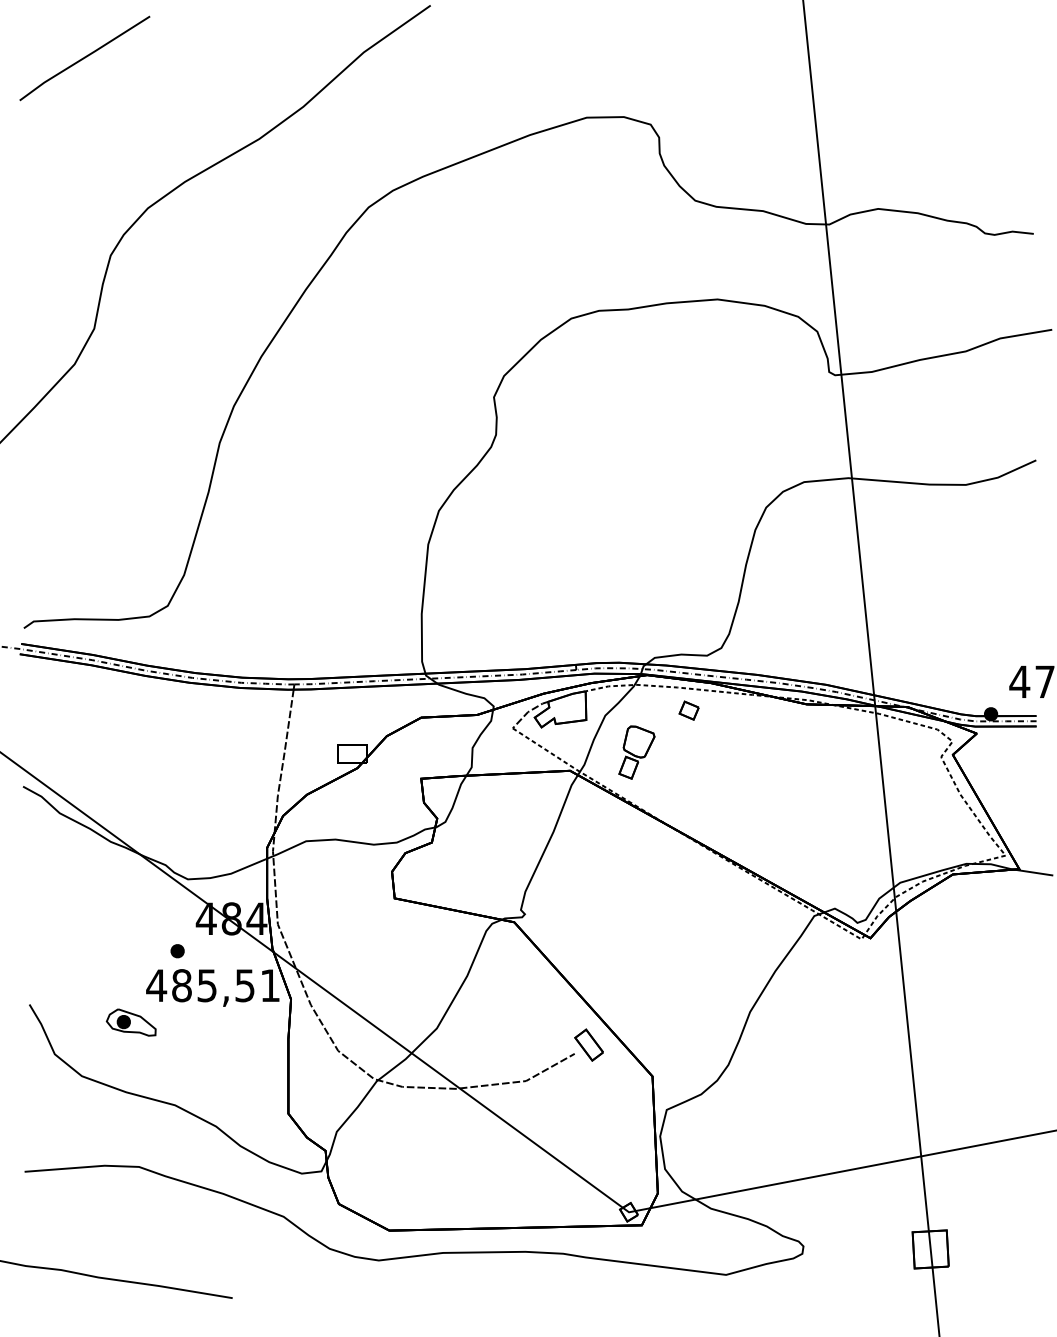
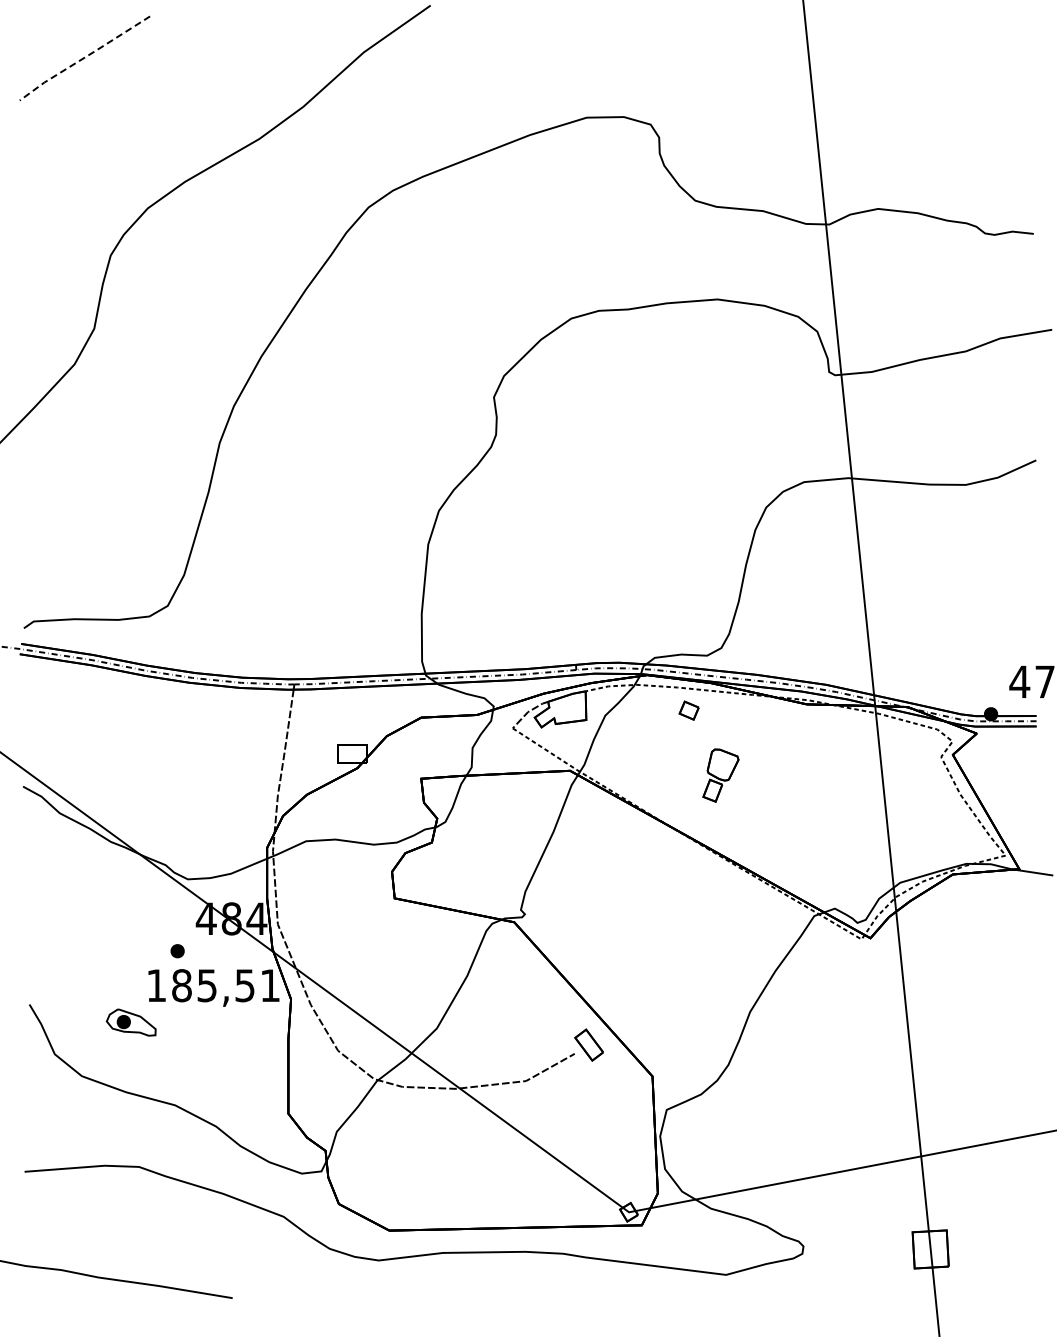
line at (84, 58): solid -> dashed
part at (636, 752) position: (636, 752) -> (720, 775)
text at (156, 985): 485,51 -> 185,51
